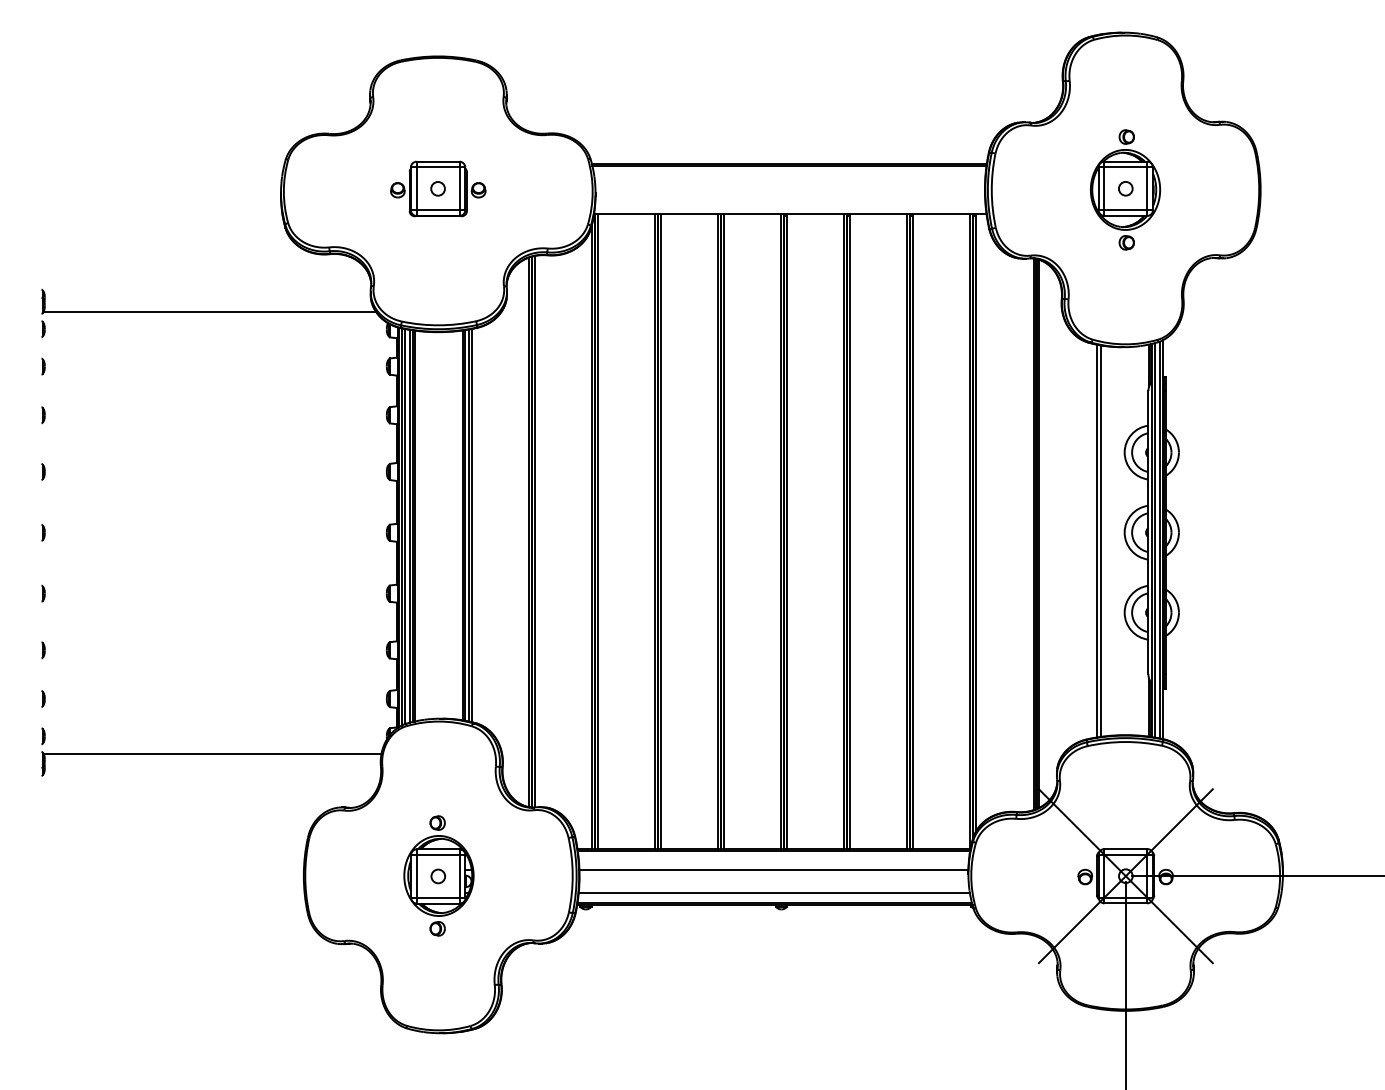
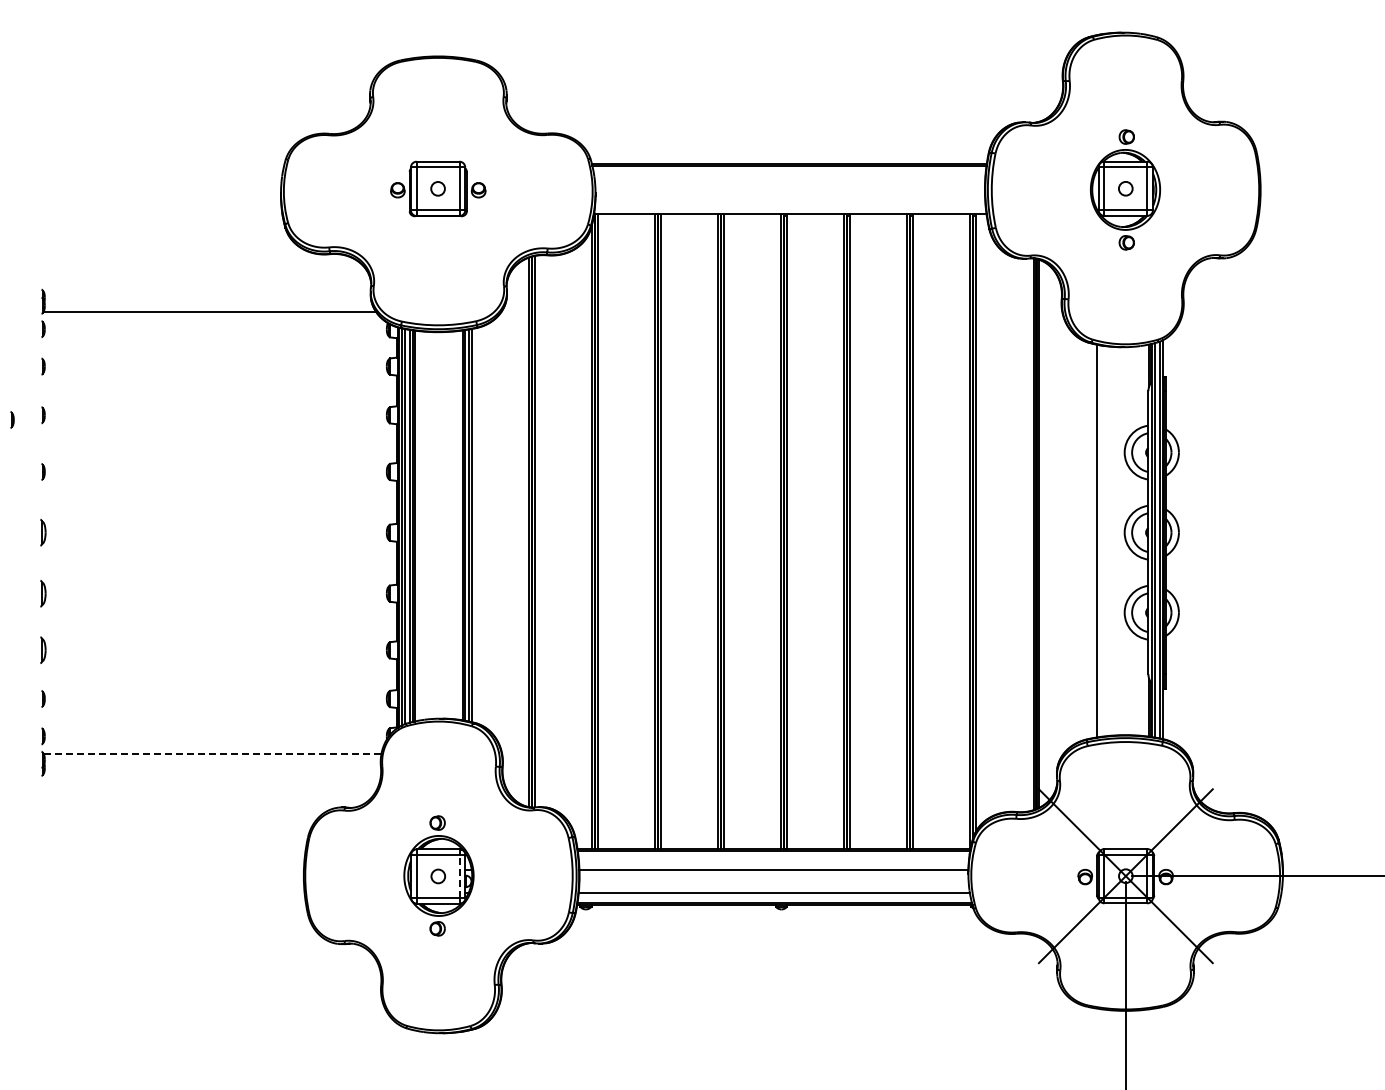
part at (12, 419): none -> present
part at (43, 532) size: 5x18 px -> 7x28 px
line at (1101, 540): present -> none
part at (43, 593) size: 5x19 px -> 7x28 px
part at (43, 650) size: 5x19 px -> 7x28 px
line at (212, 753): solid -> dashed
line at (459, 875): solid -> dashed
